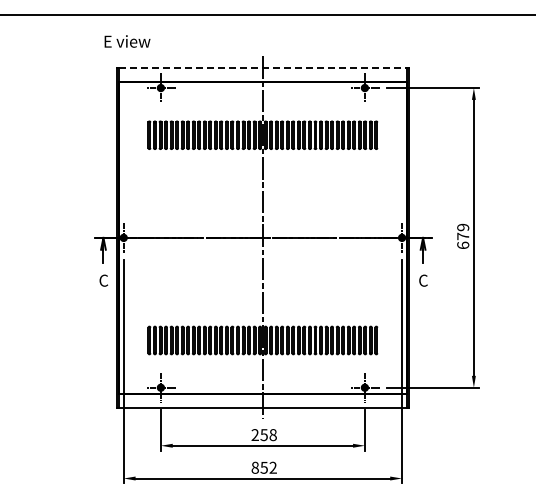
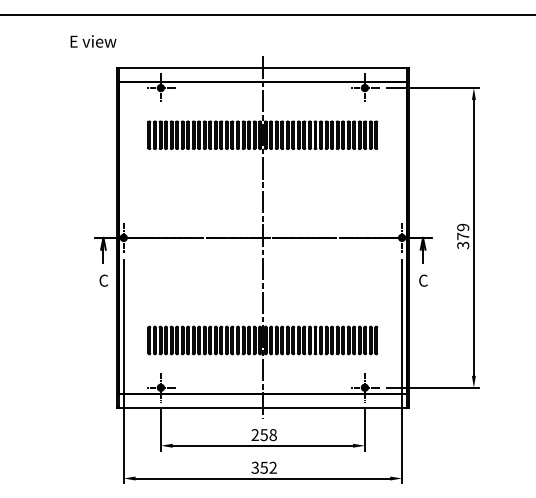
text at (127, 41) position: (127, 41) -> (93, 41)
line at (262, 68): dashed -> solid
text at (463, 245): 679 -> 379
text at (254, 467): 852 -> 352
